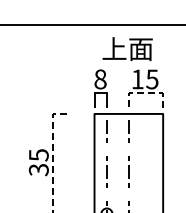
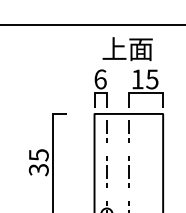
text at (100, 79): 8 -> 6
line at (145, 93): dashed -> solid
line at (52, 155): dashed -> solid
